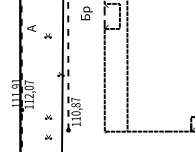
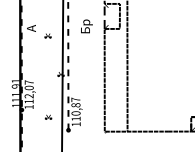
text at (86, 13) position: (86, 13) -> (86, 26)
part at (48, 136): present -> none
